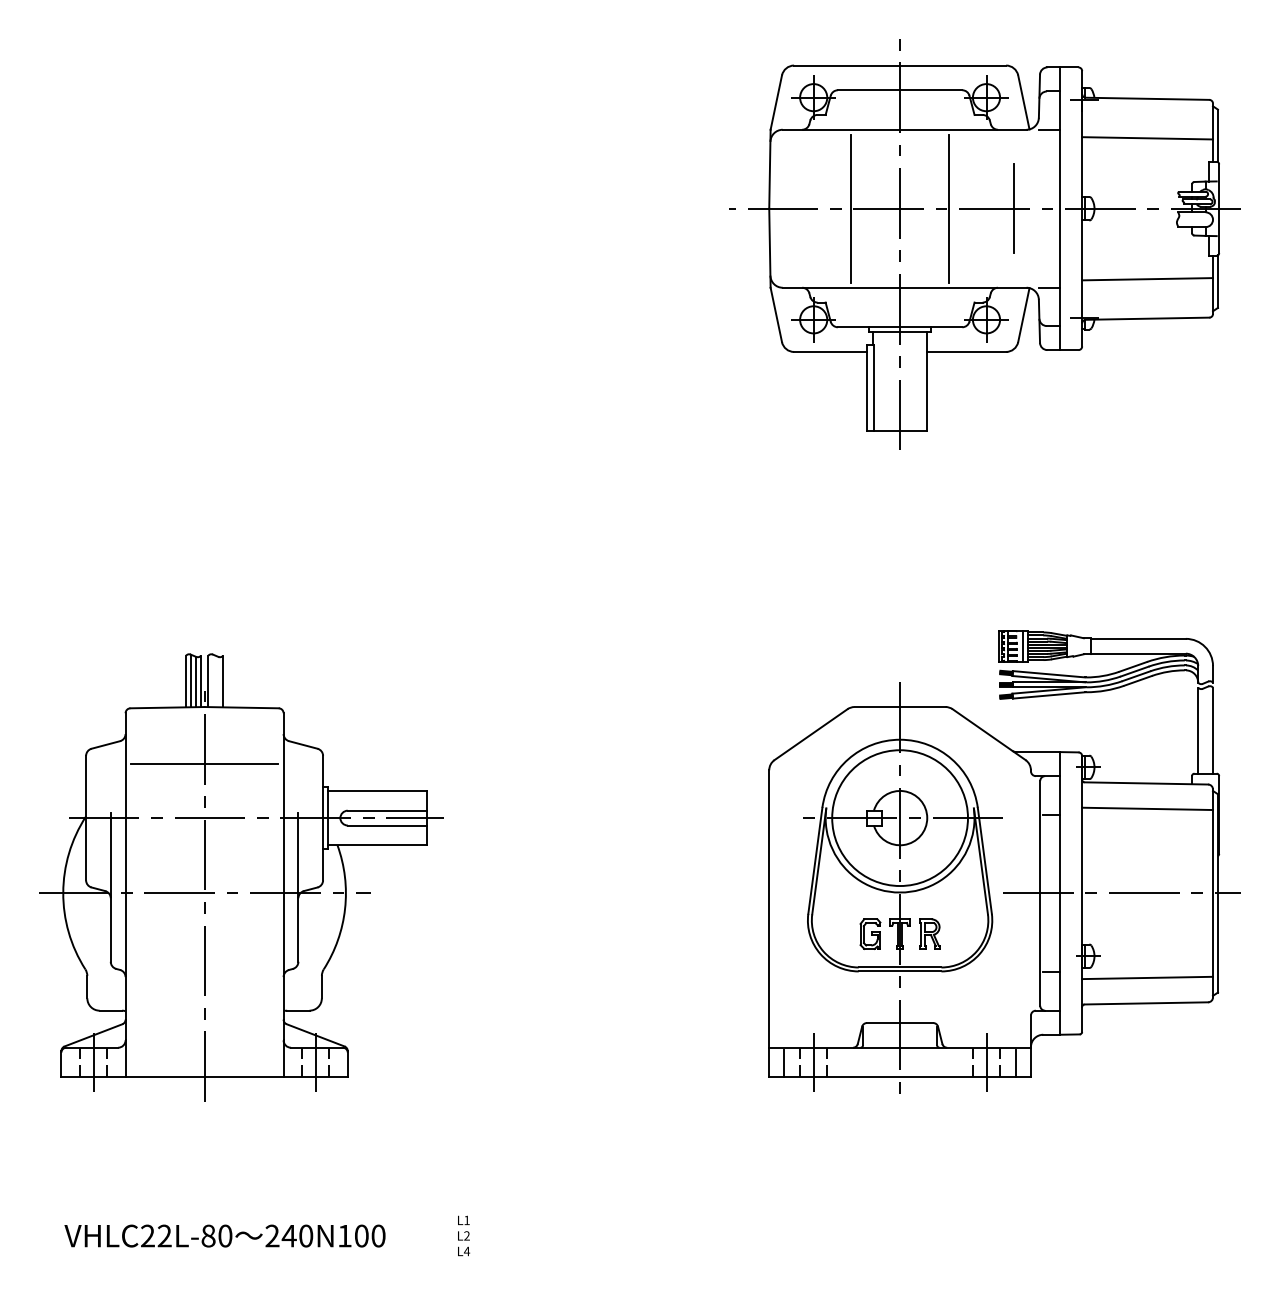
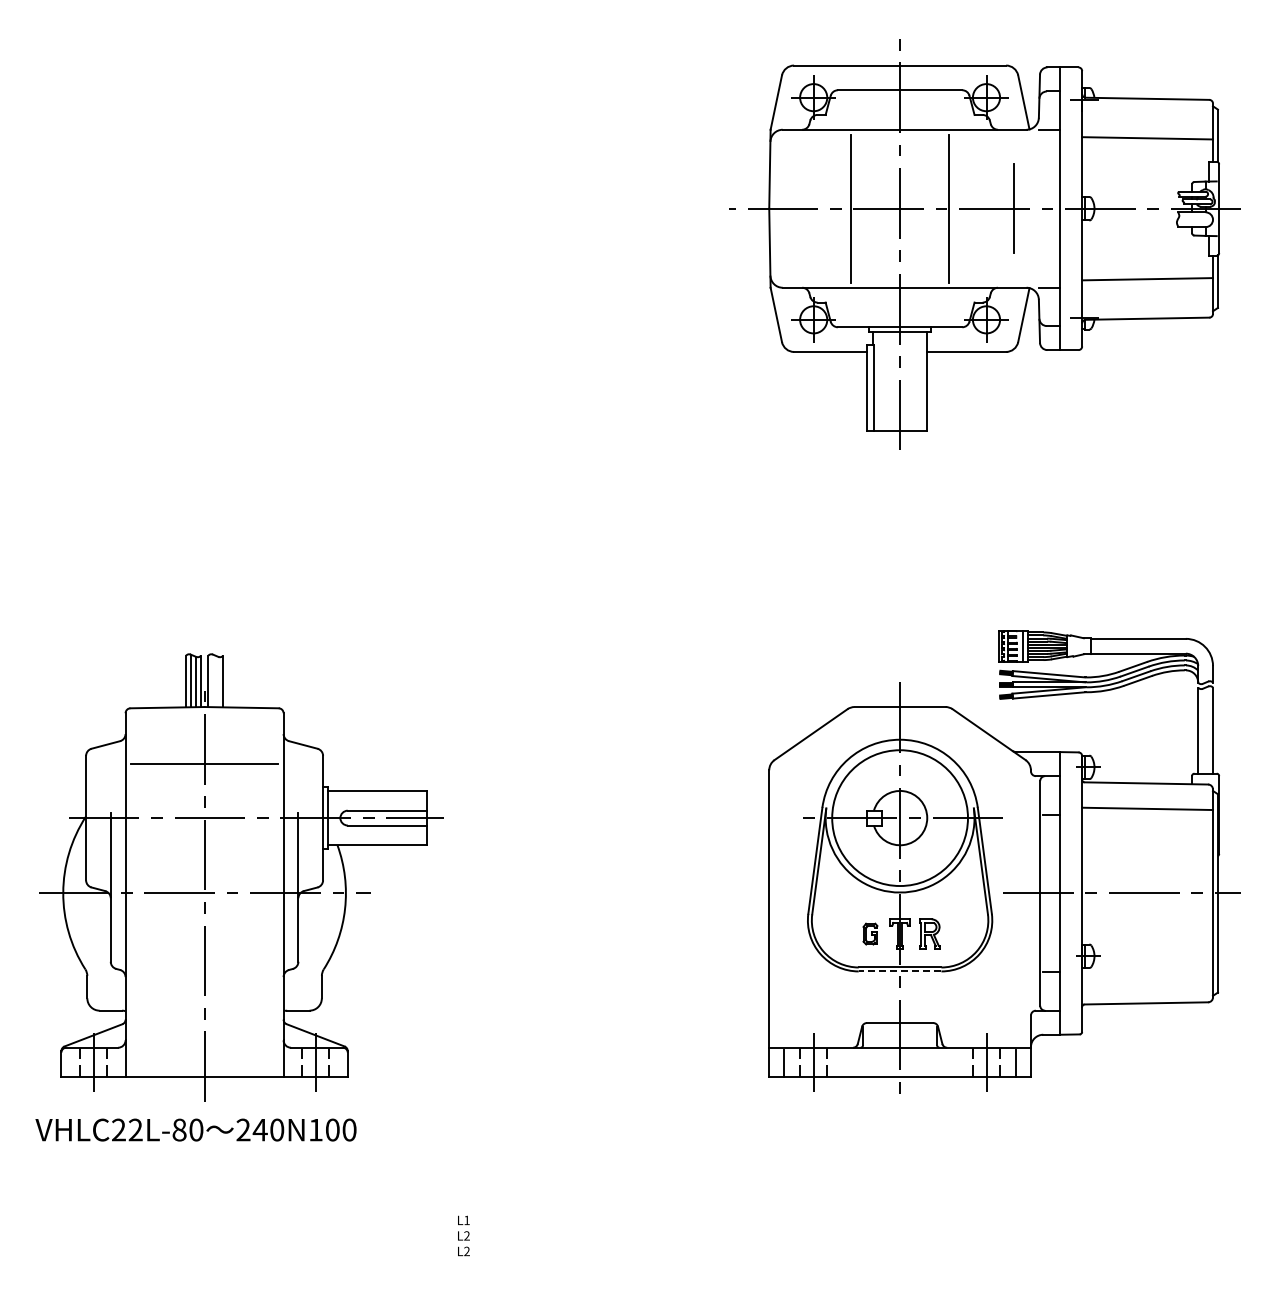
part at (870, 933) size: 23x32 px -> 17x24 px
line at (899, 971): solid -> dashed
line at (1147, 977): present -> none
text at (224, 1235) position: (224, 1235) -> (195, 1129)
text at (466, 1251): L4 -> L2
